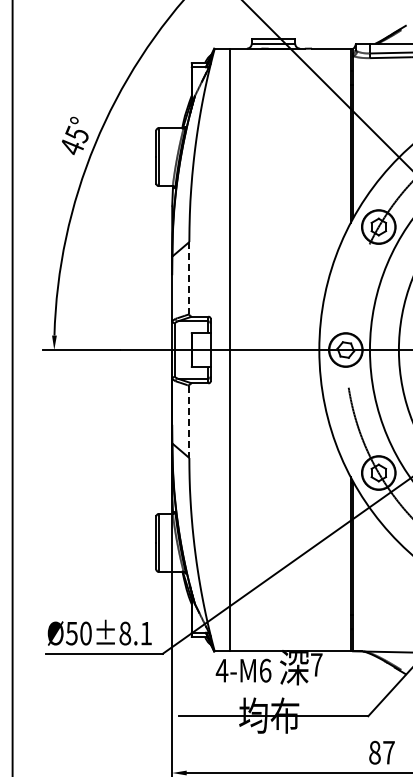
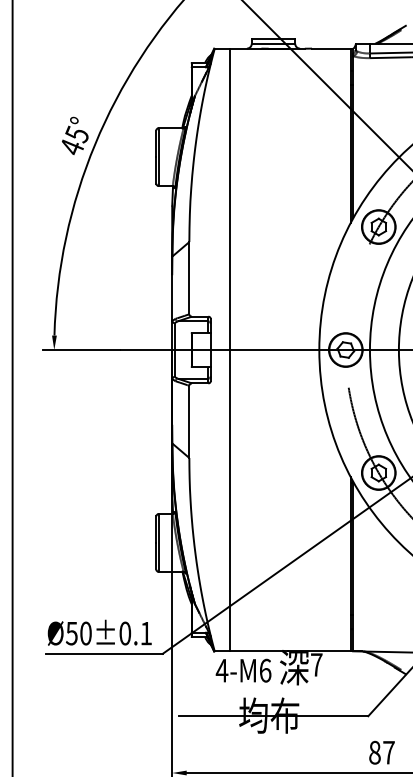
line at (189, 278): dashed -> solid
line at (189, 422): dashed -> solid
text at (125, 633): Ø50±8.1 -> Ø50±0.1
